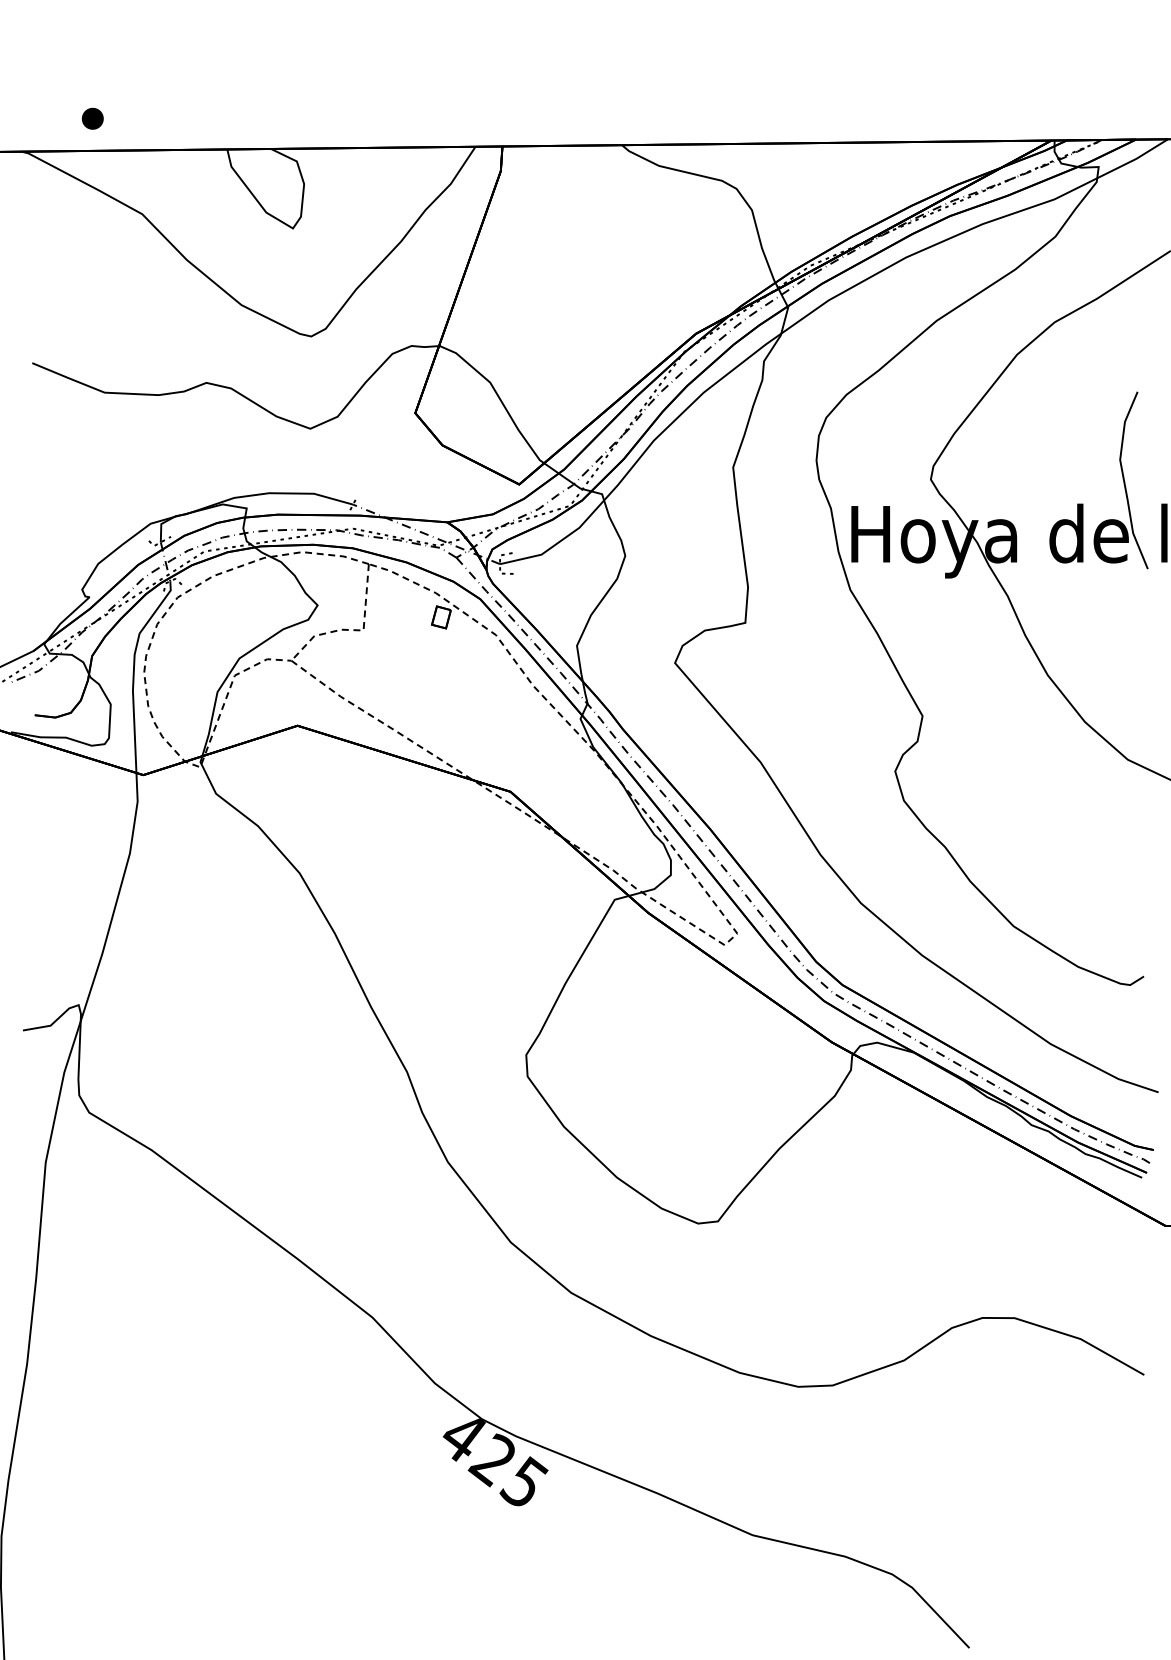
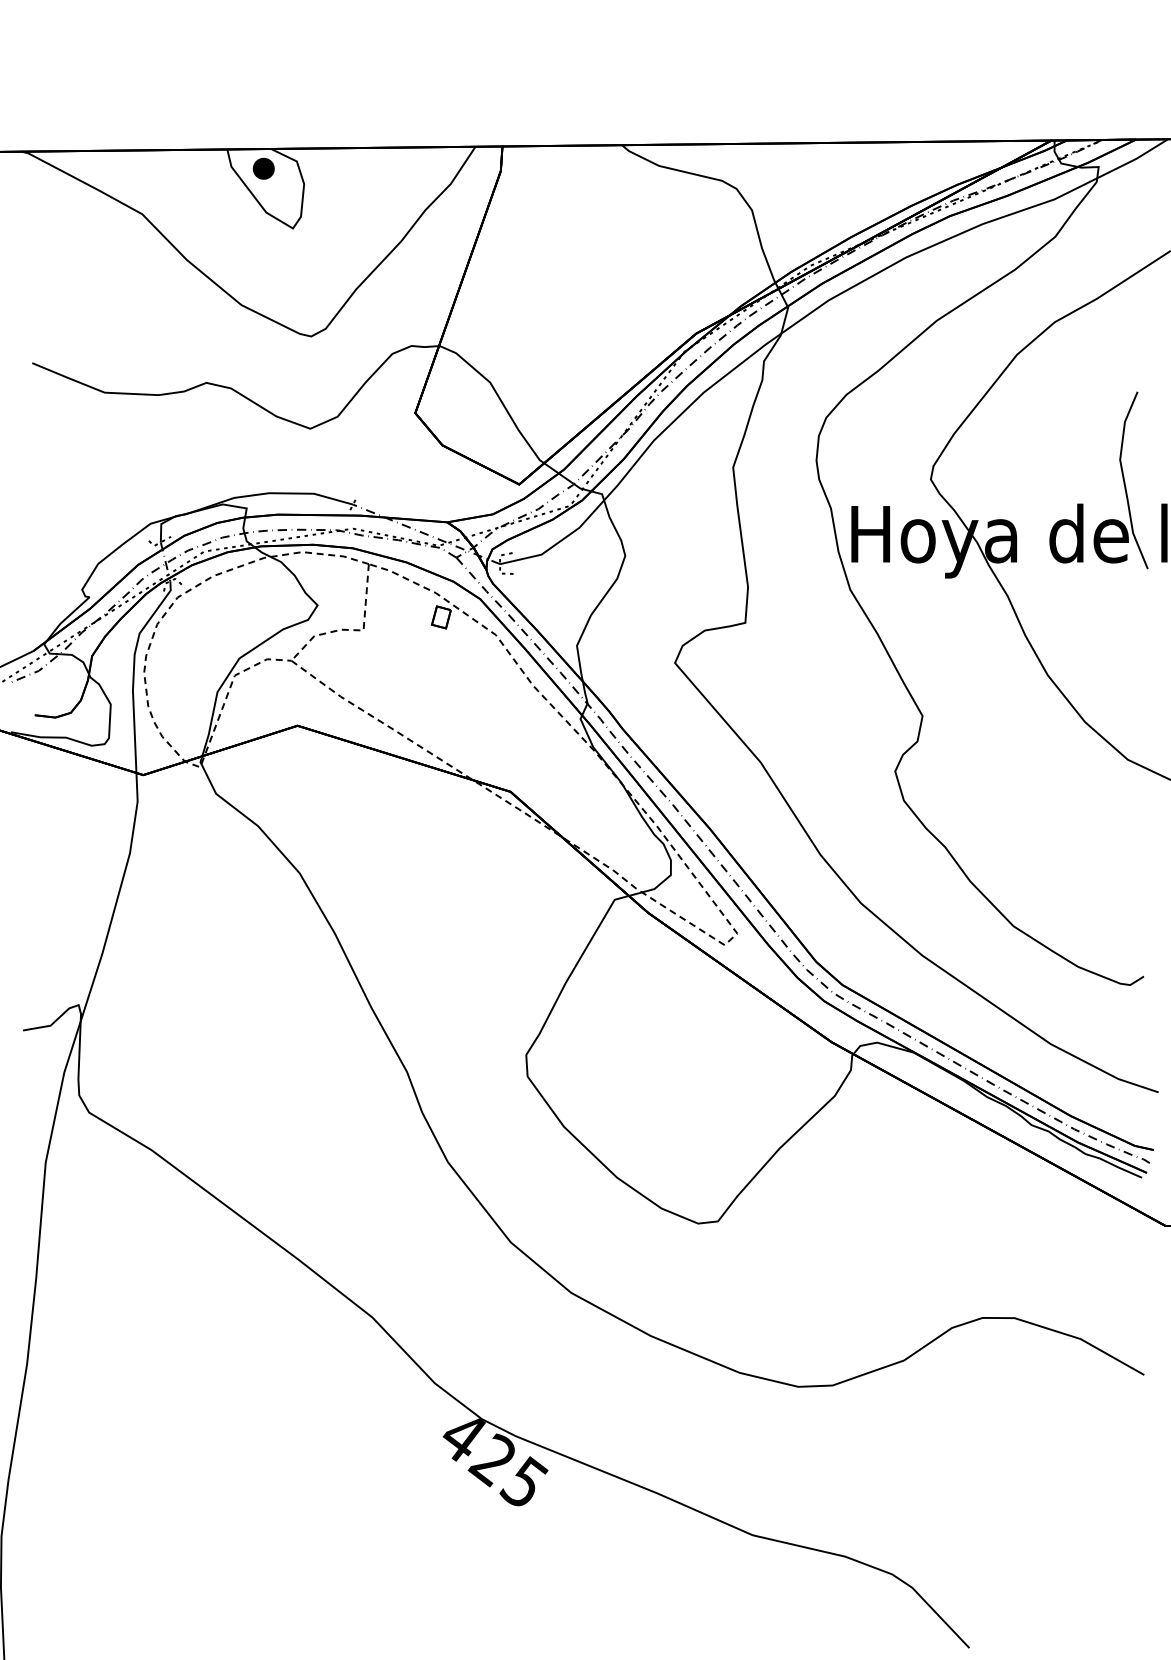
part at (92, 118) position: (92, 118) -> (263, 168)
